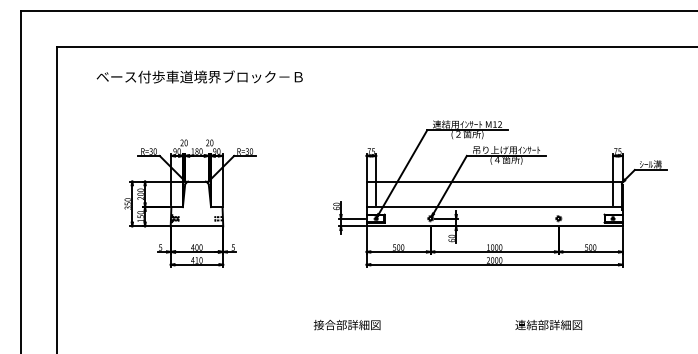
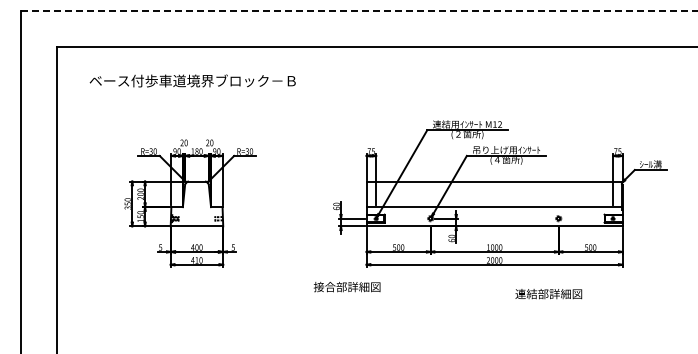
line at (359, 10): solid -> dashed
text at (199, 76) position: (199, 76) -> (192, 80)
text at (346, 325) position: (346, 325) -> (346, 287)
text at (548, 325) position: (548, 325) -> (548, 294)
